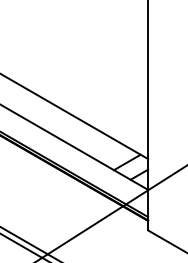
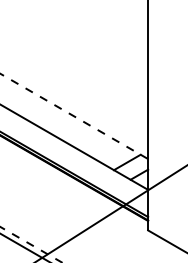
line at (73, 116): solid -> dashed
line at (31, 244): solid -> dashed
